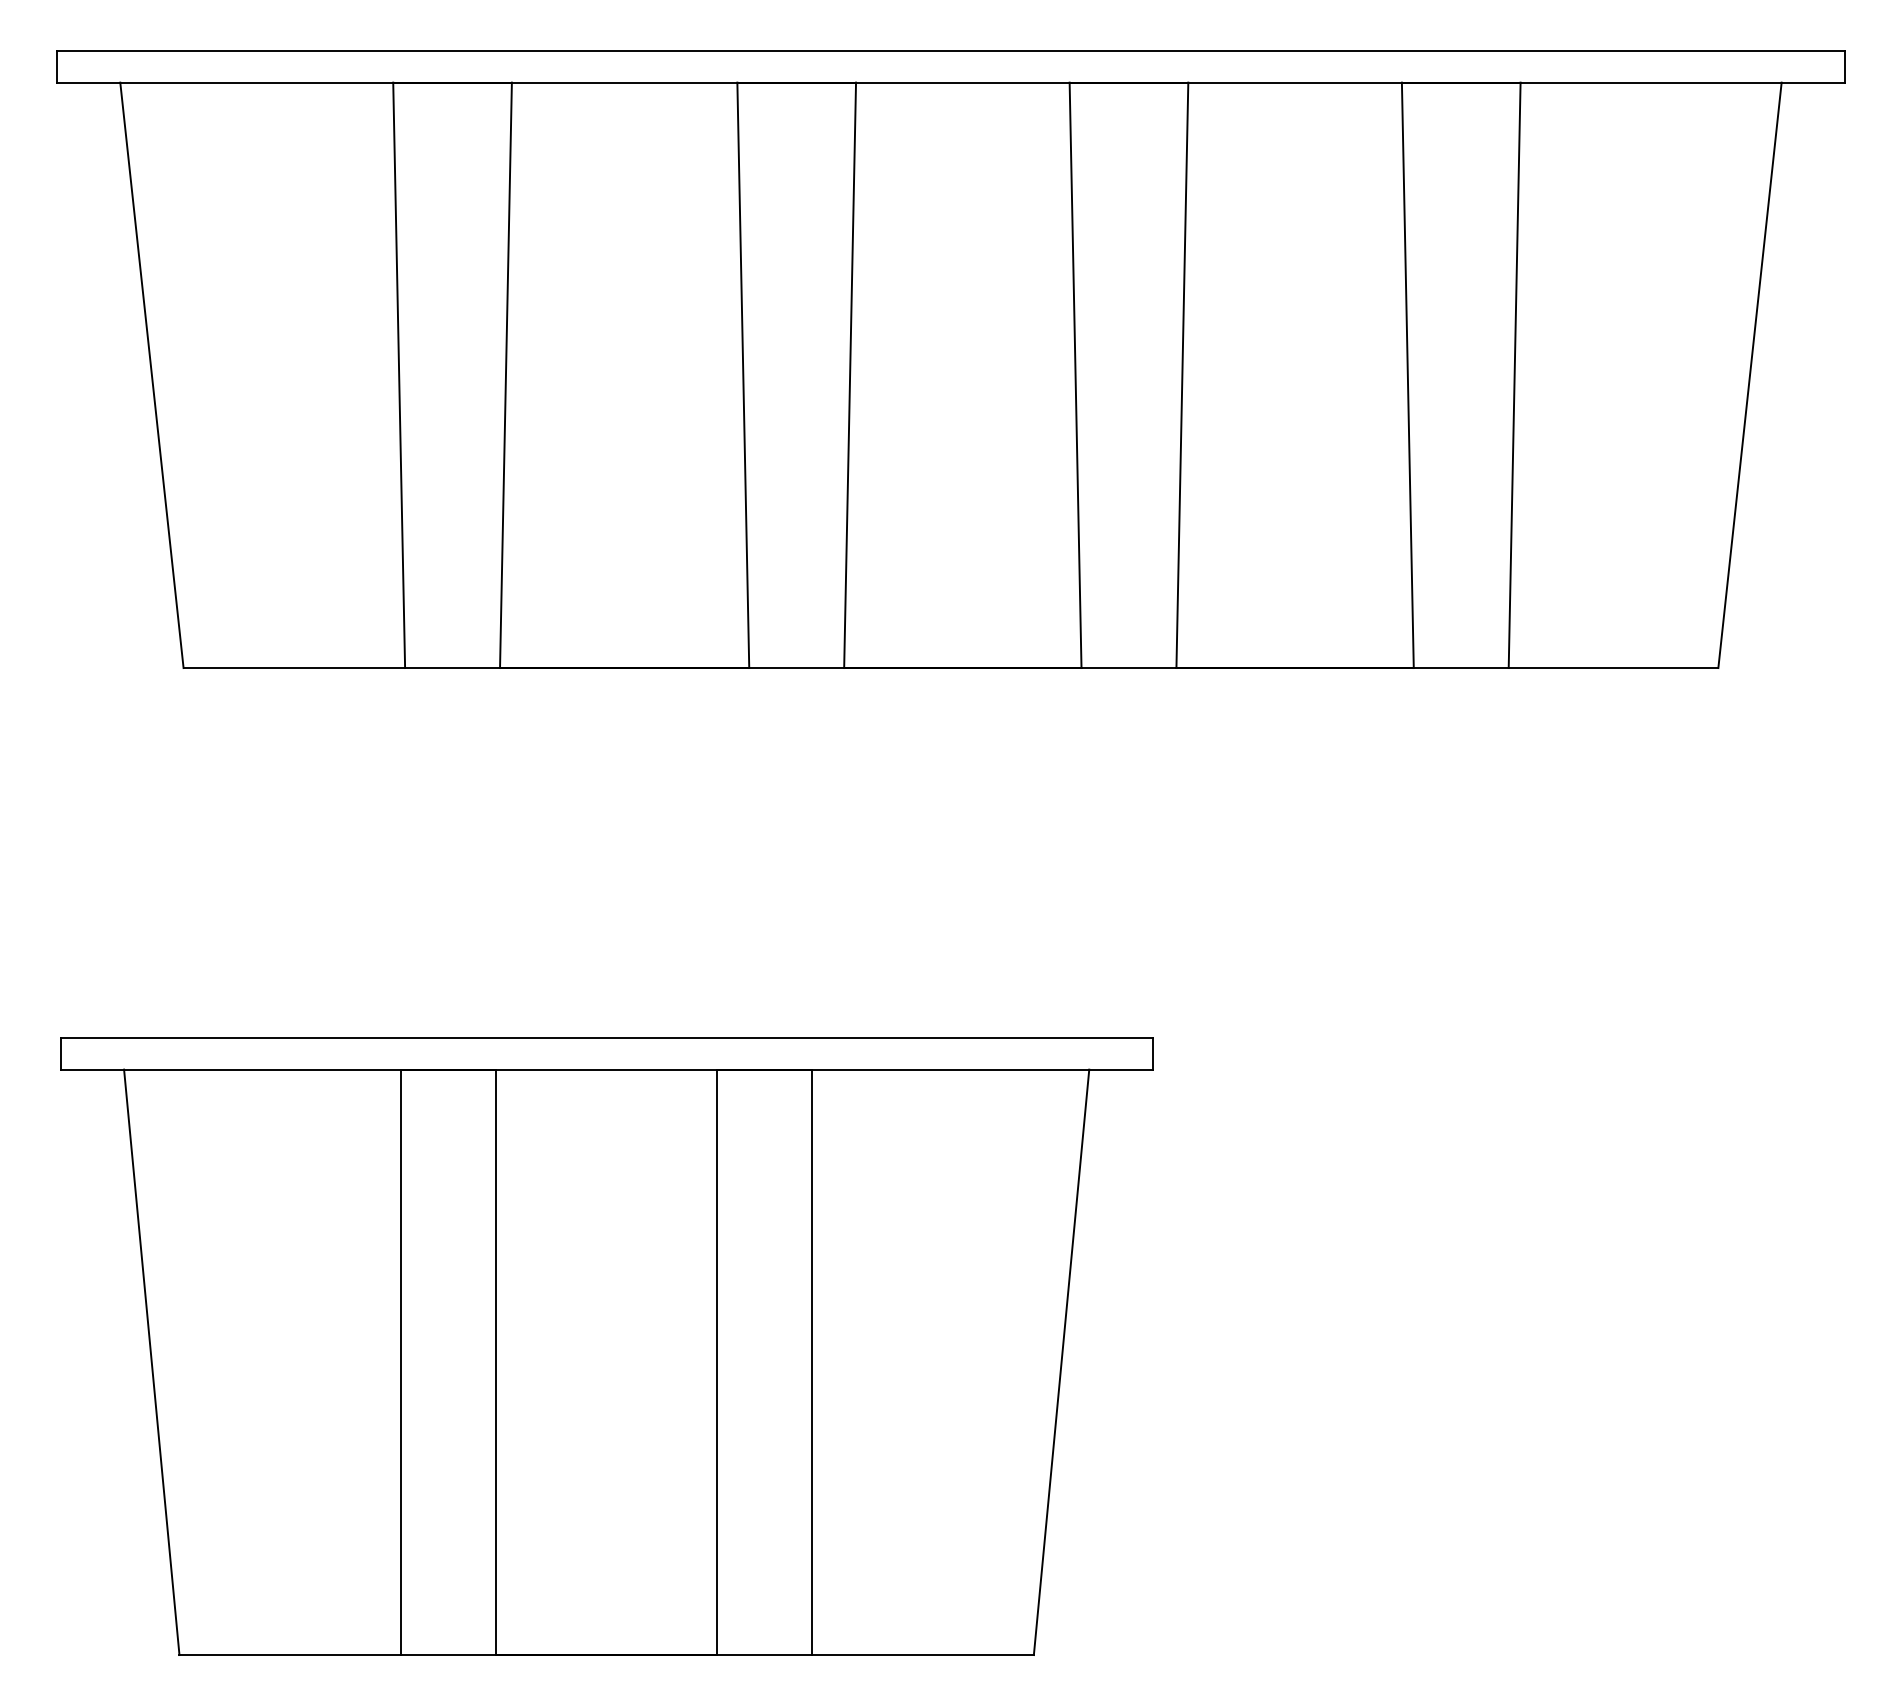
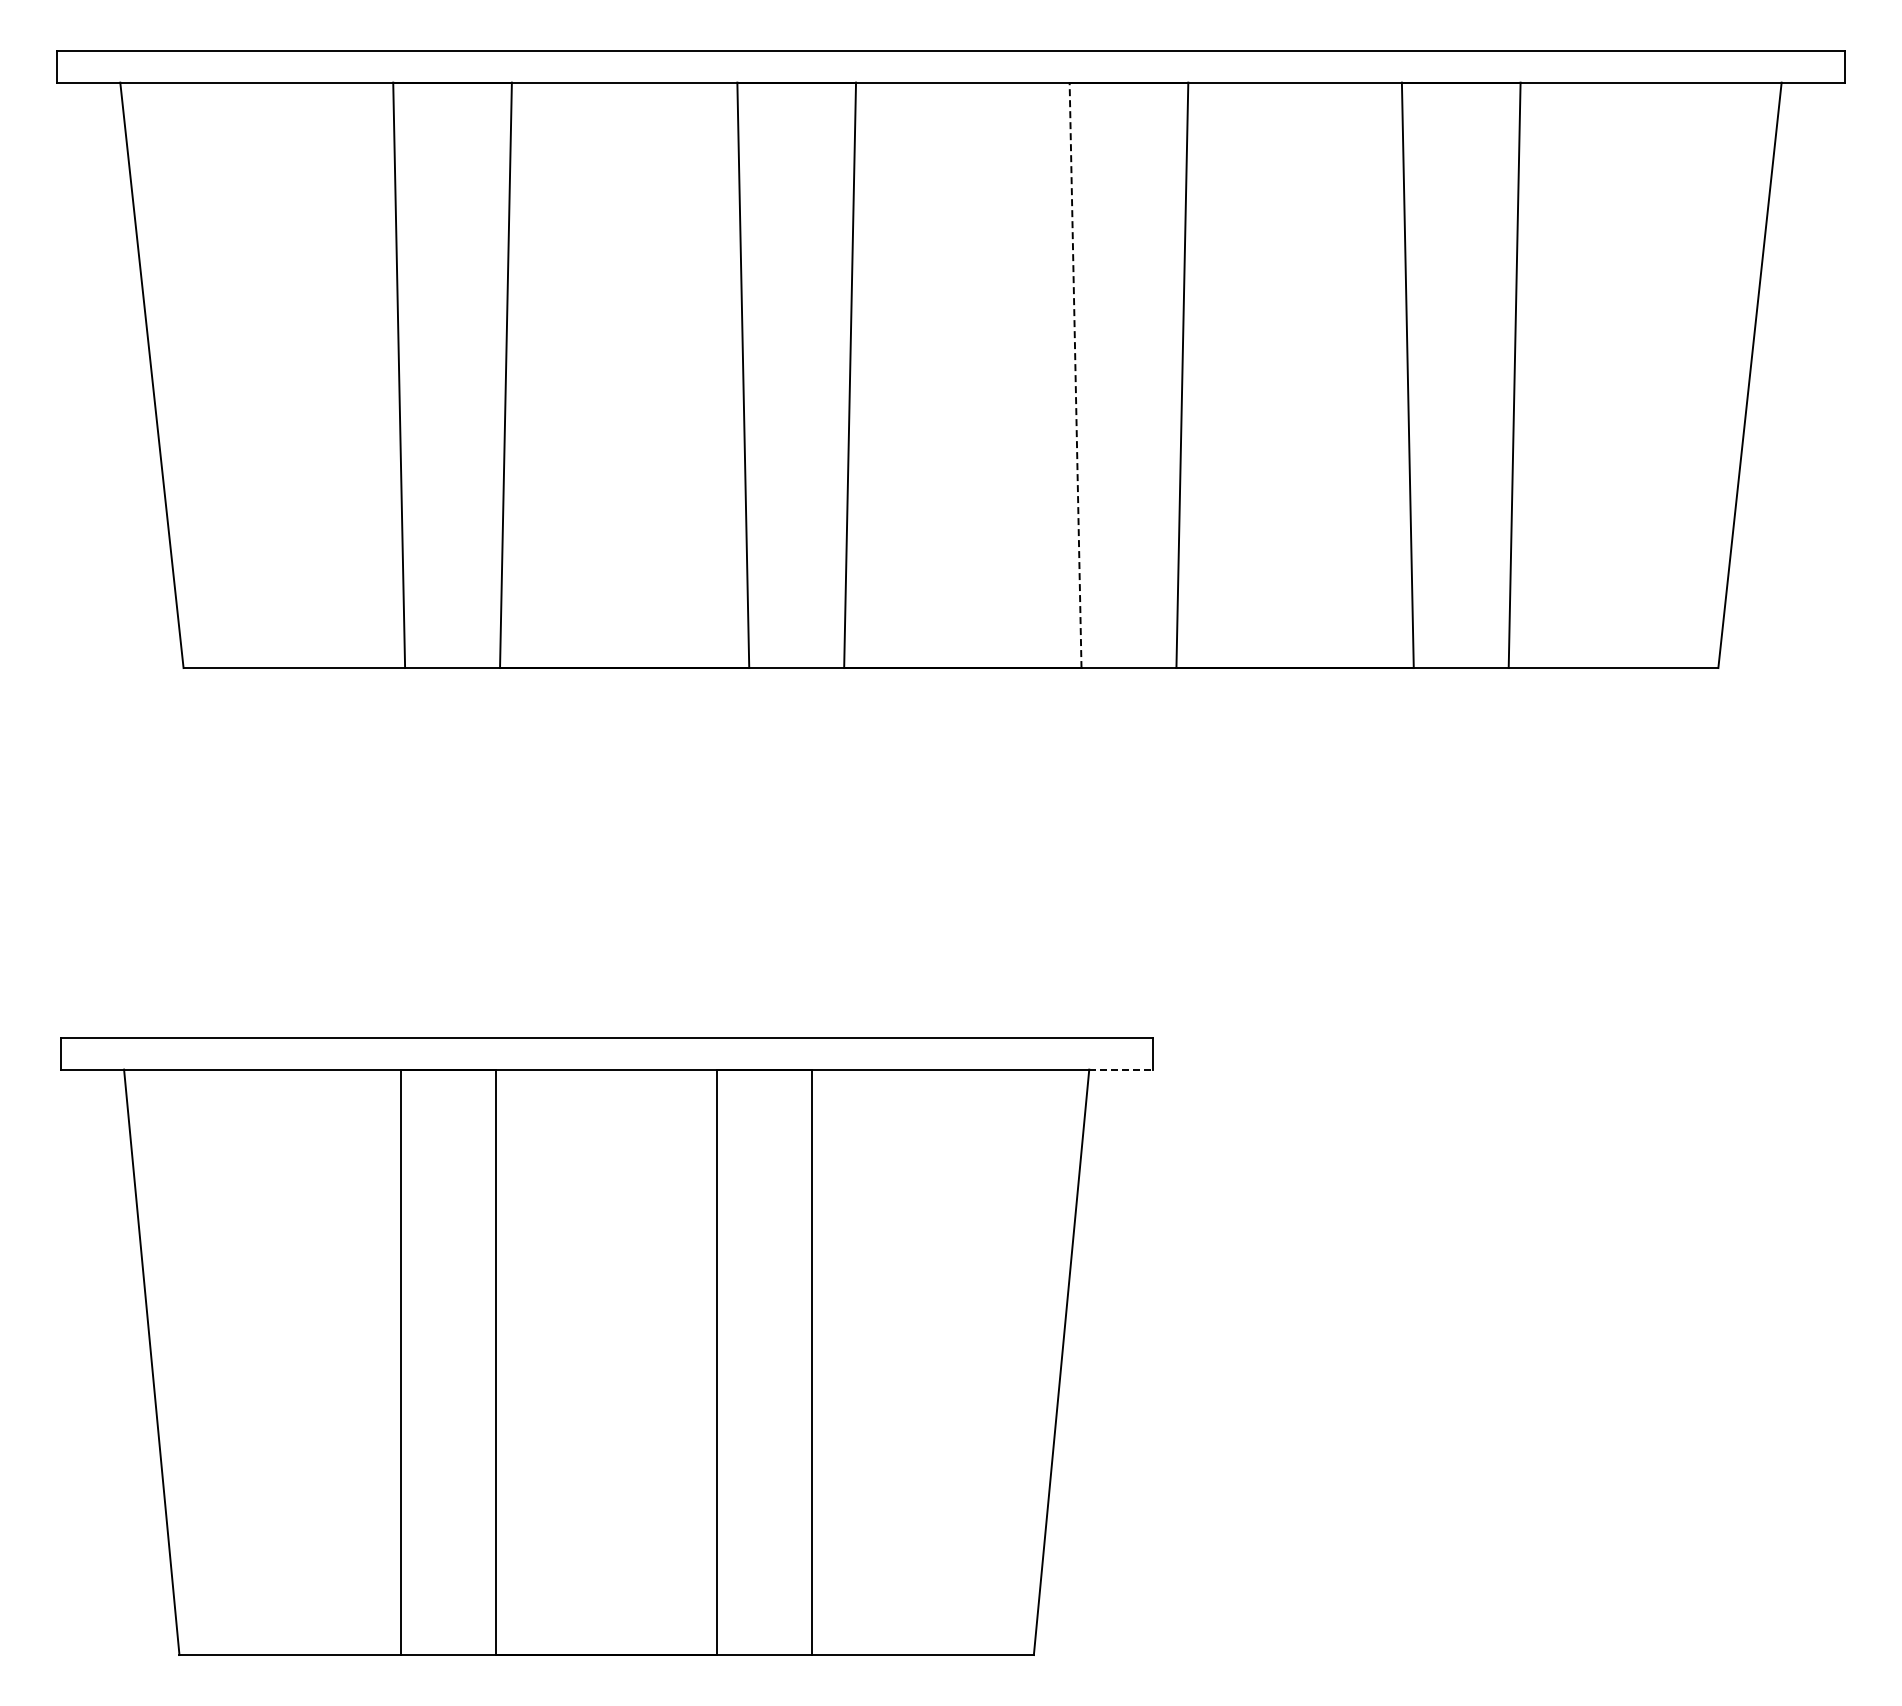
line at (1075, 375): solid -> dashed
line at (1120, 1069): solid -> dashed
